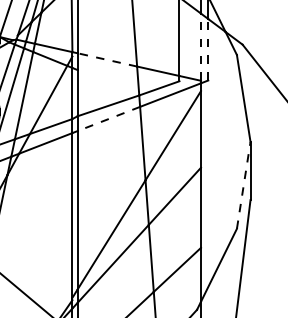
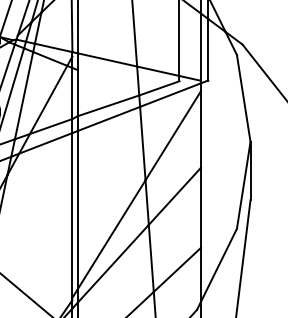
line at (200, 47): dashed -> solid
line at (208, 49): dashed -> solid
line at (106, 59): dashed -> solid
line at (108, 119): dashed -> solid
line at (243, 185): dashed -> solid
